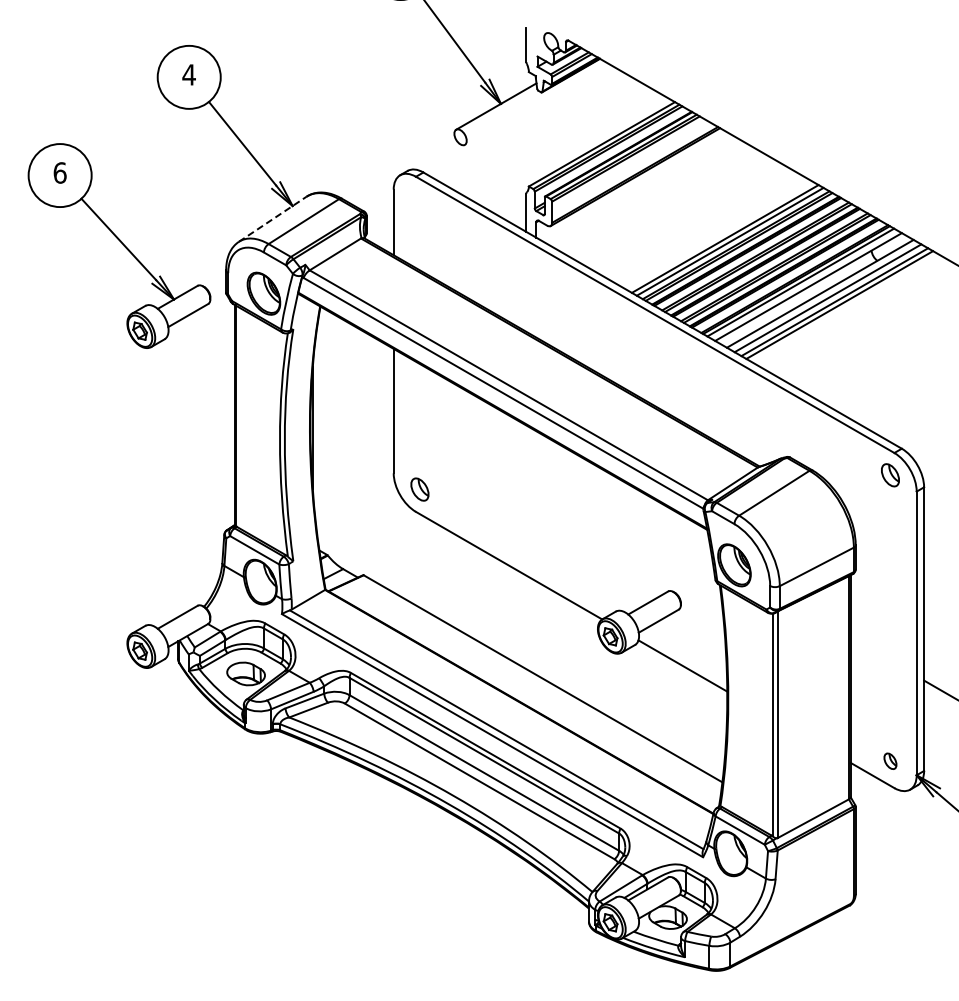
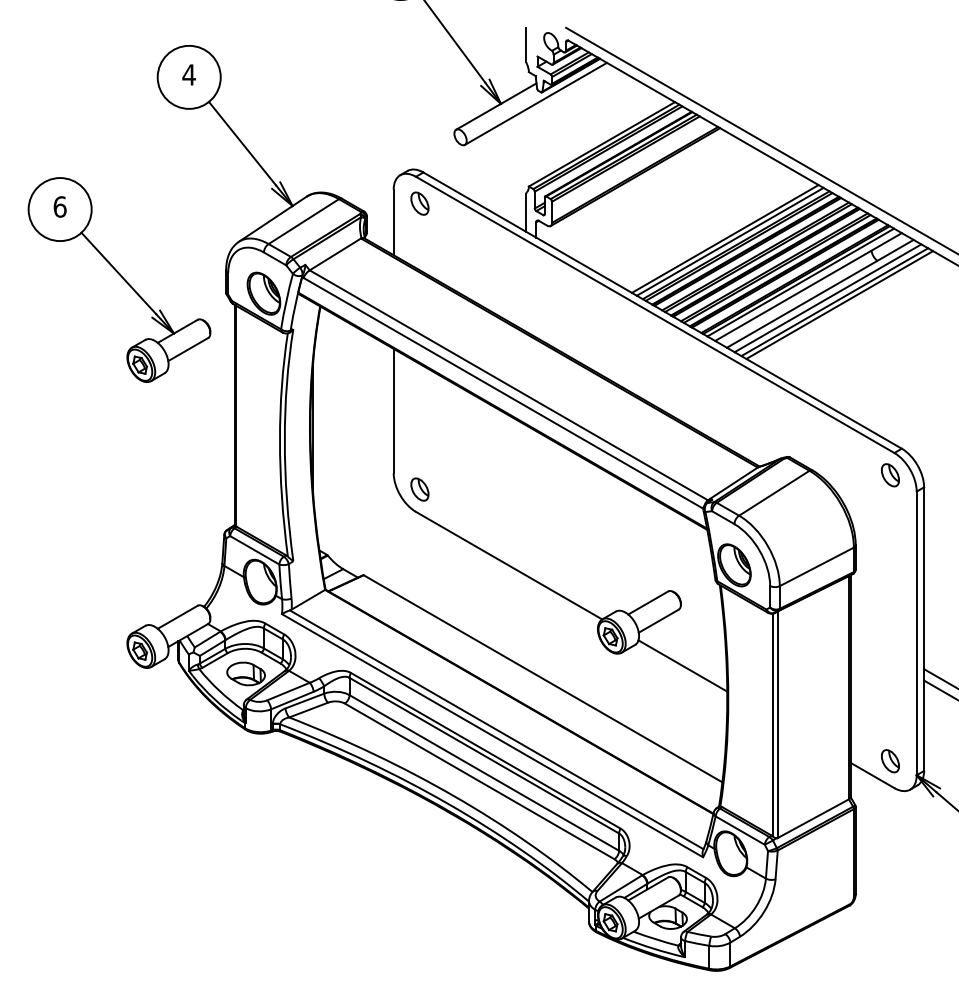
line at (535, 103): none -> present
line at (760, 139): none -> present
part at (419, 203): none -> present
line at (272, 219): dashed -> solid
part at (119, 245) position: (119, 245) -> (119, 279)
line at (939, 678): none -> present
part at (890, 760) size: 15x18 px -> 19x25 px
